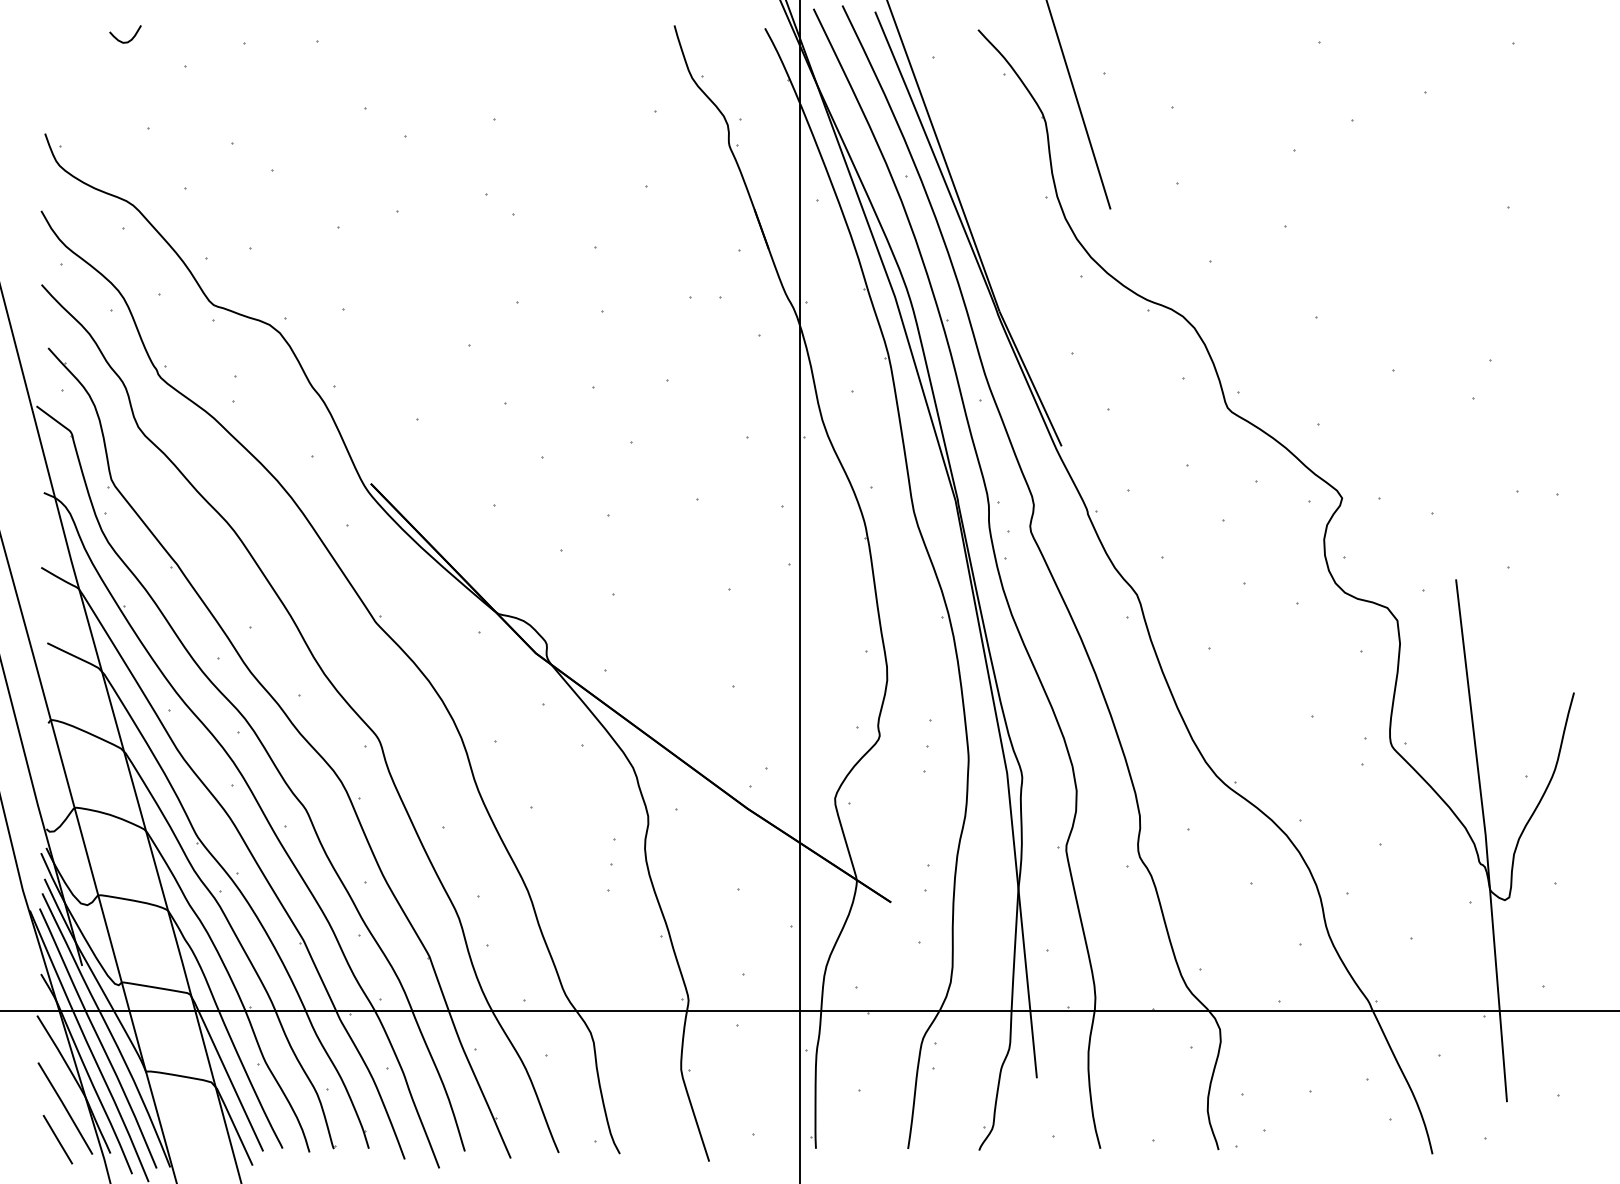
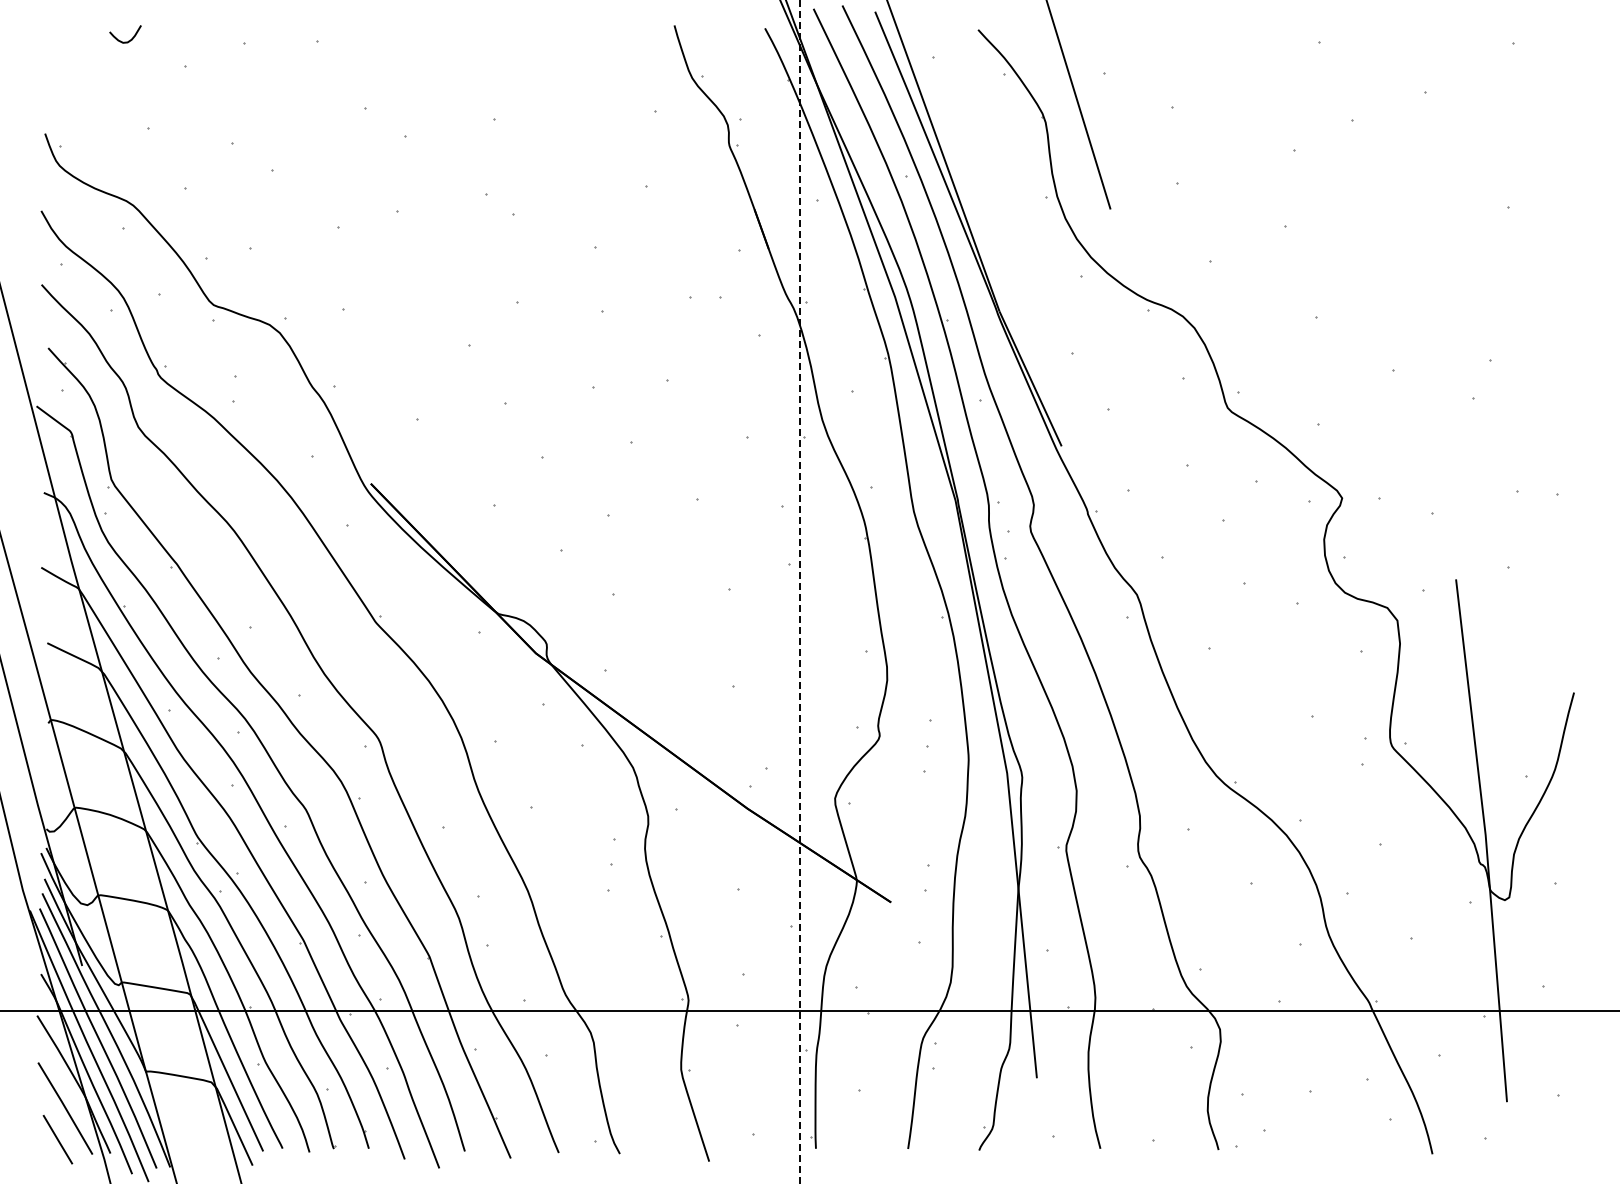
line at (799, 592): solid -> dashed
